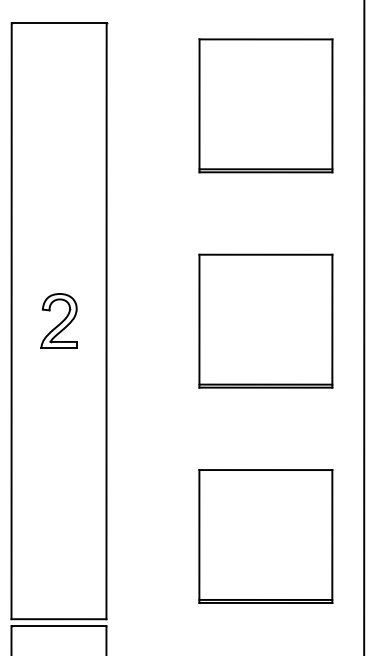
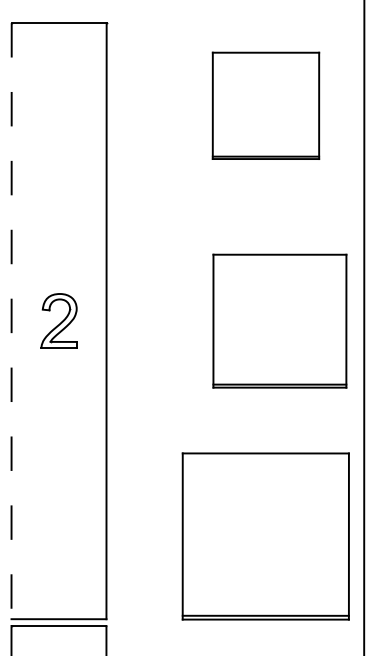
part at (265, 105) size: 136x136 px -> 110x109 px
part at (265, 320) position: (265, 320) -> (279, 320)
line at (11, 321): solid -> dashed
part at (265, 536) size: 136x135 px -> 169x169 px
